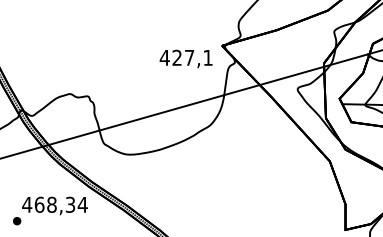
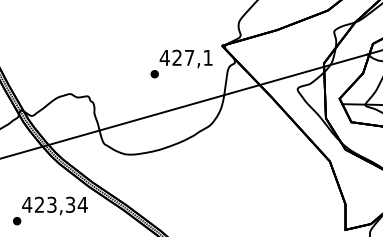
part at (154, 74): none -> present
text at (45, 204): 468,34 -> 423,34
